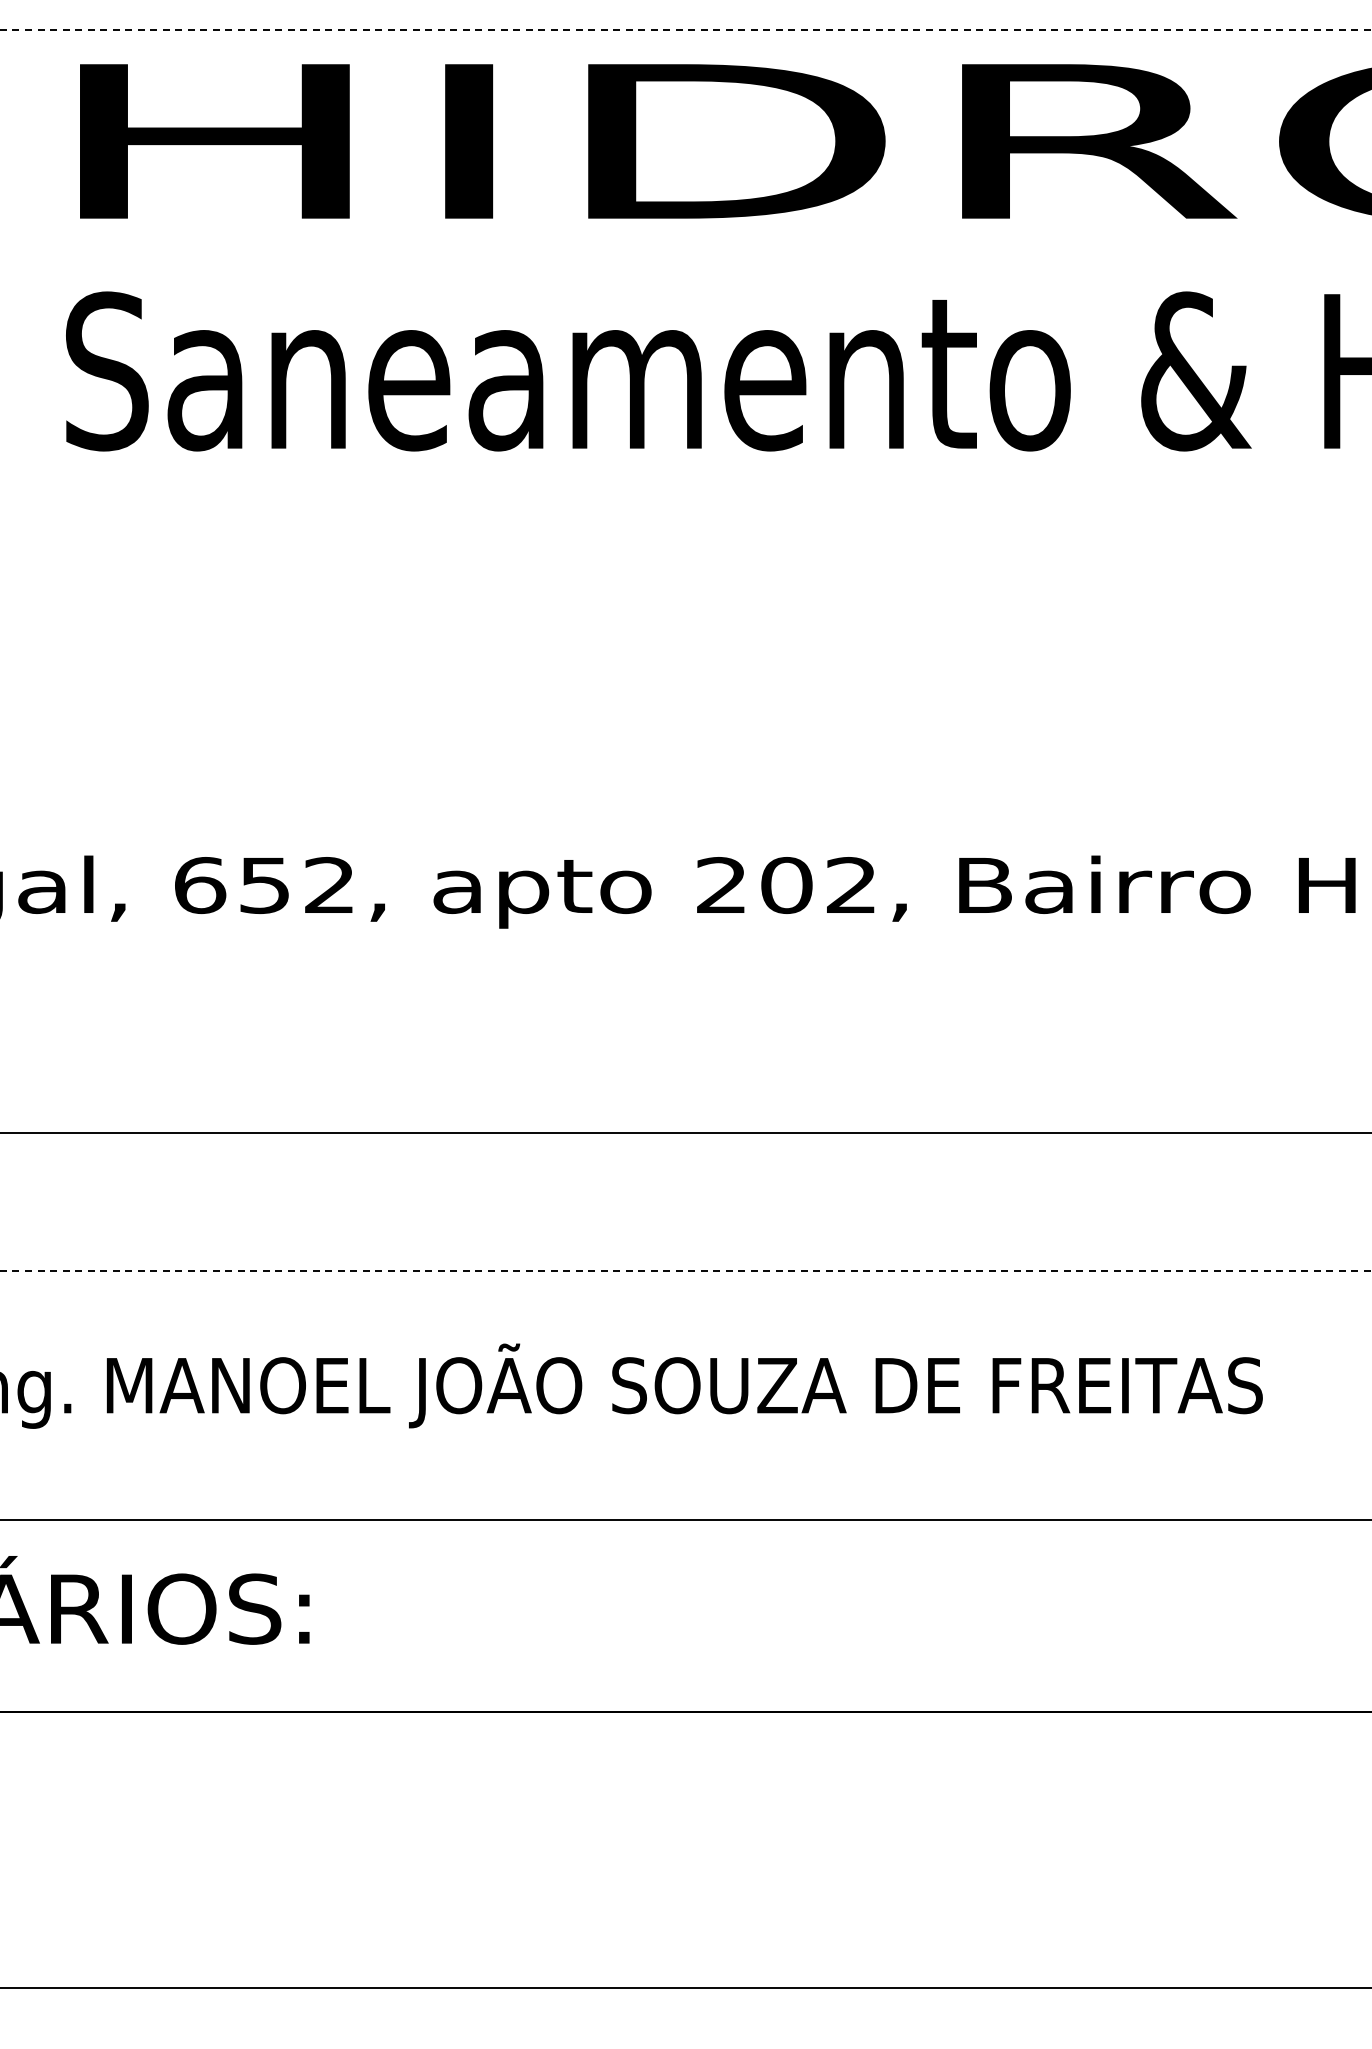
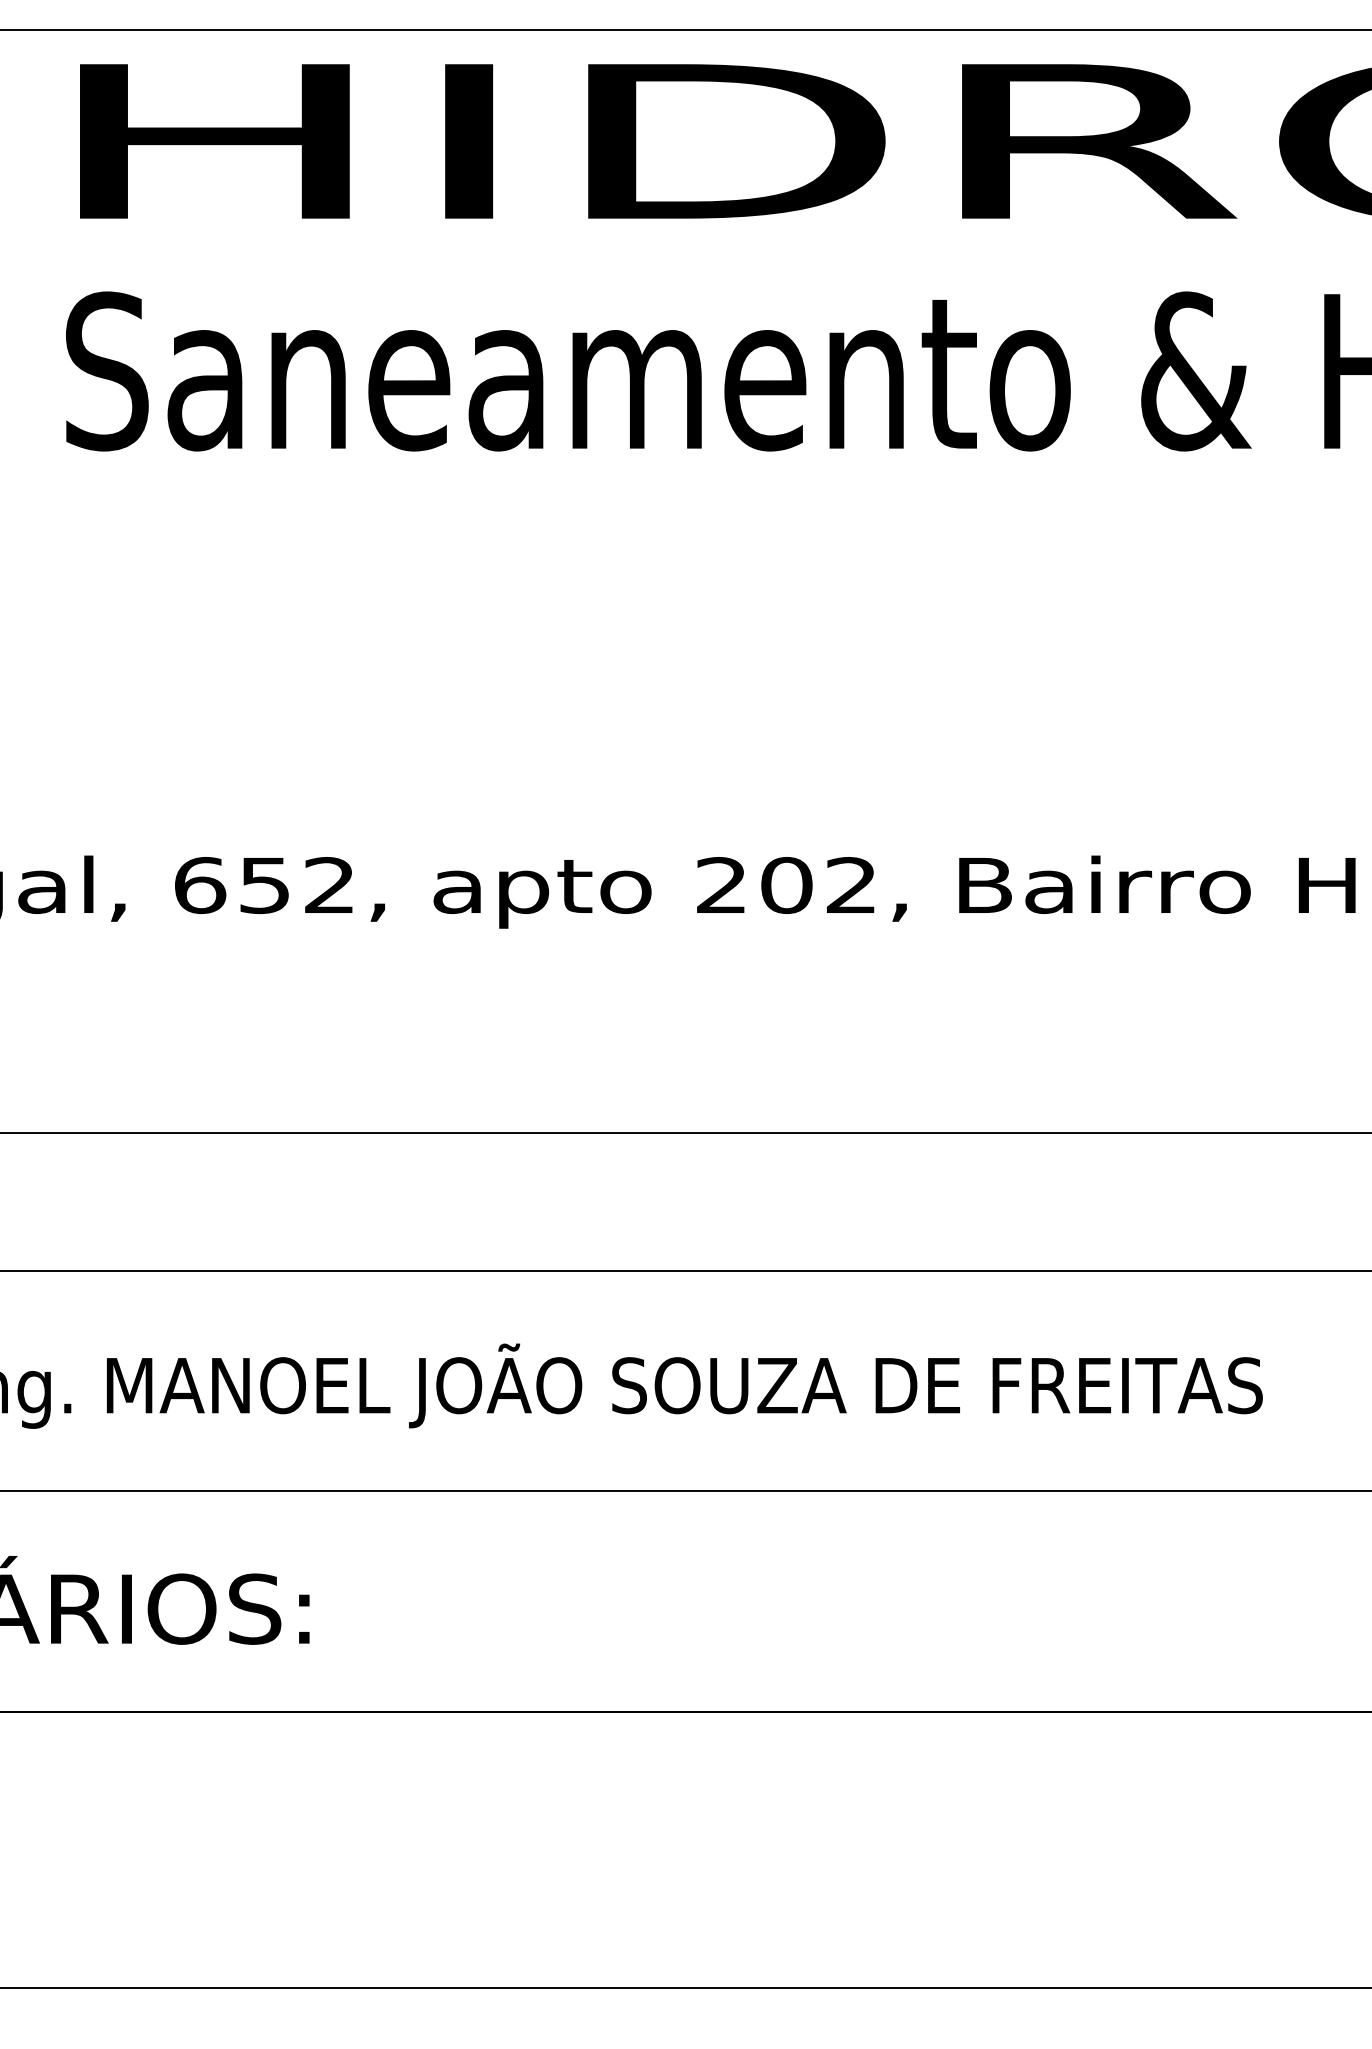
line at (685, 30): dashed -> solid
line at (685, 1270): dashed -> solid
line at (685, 1520) position: (685, 1520) -> (685, 1491)
